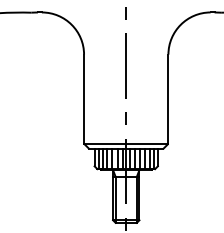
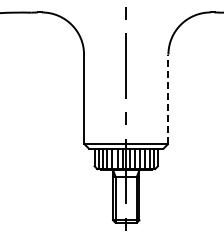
line at (168, 99): solid -> dashed
